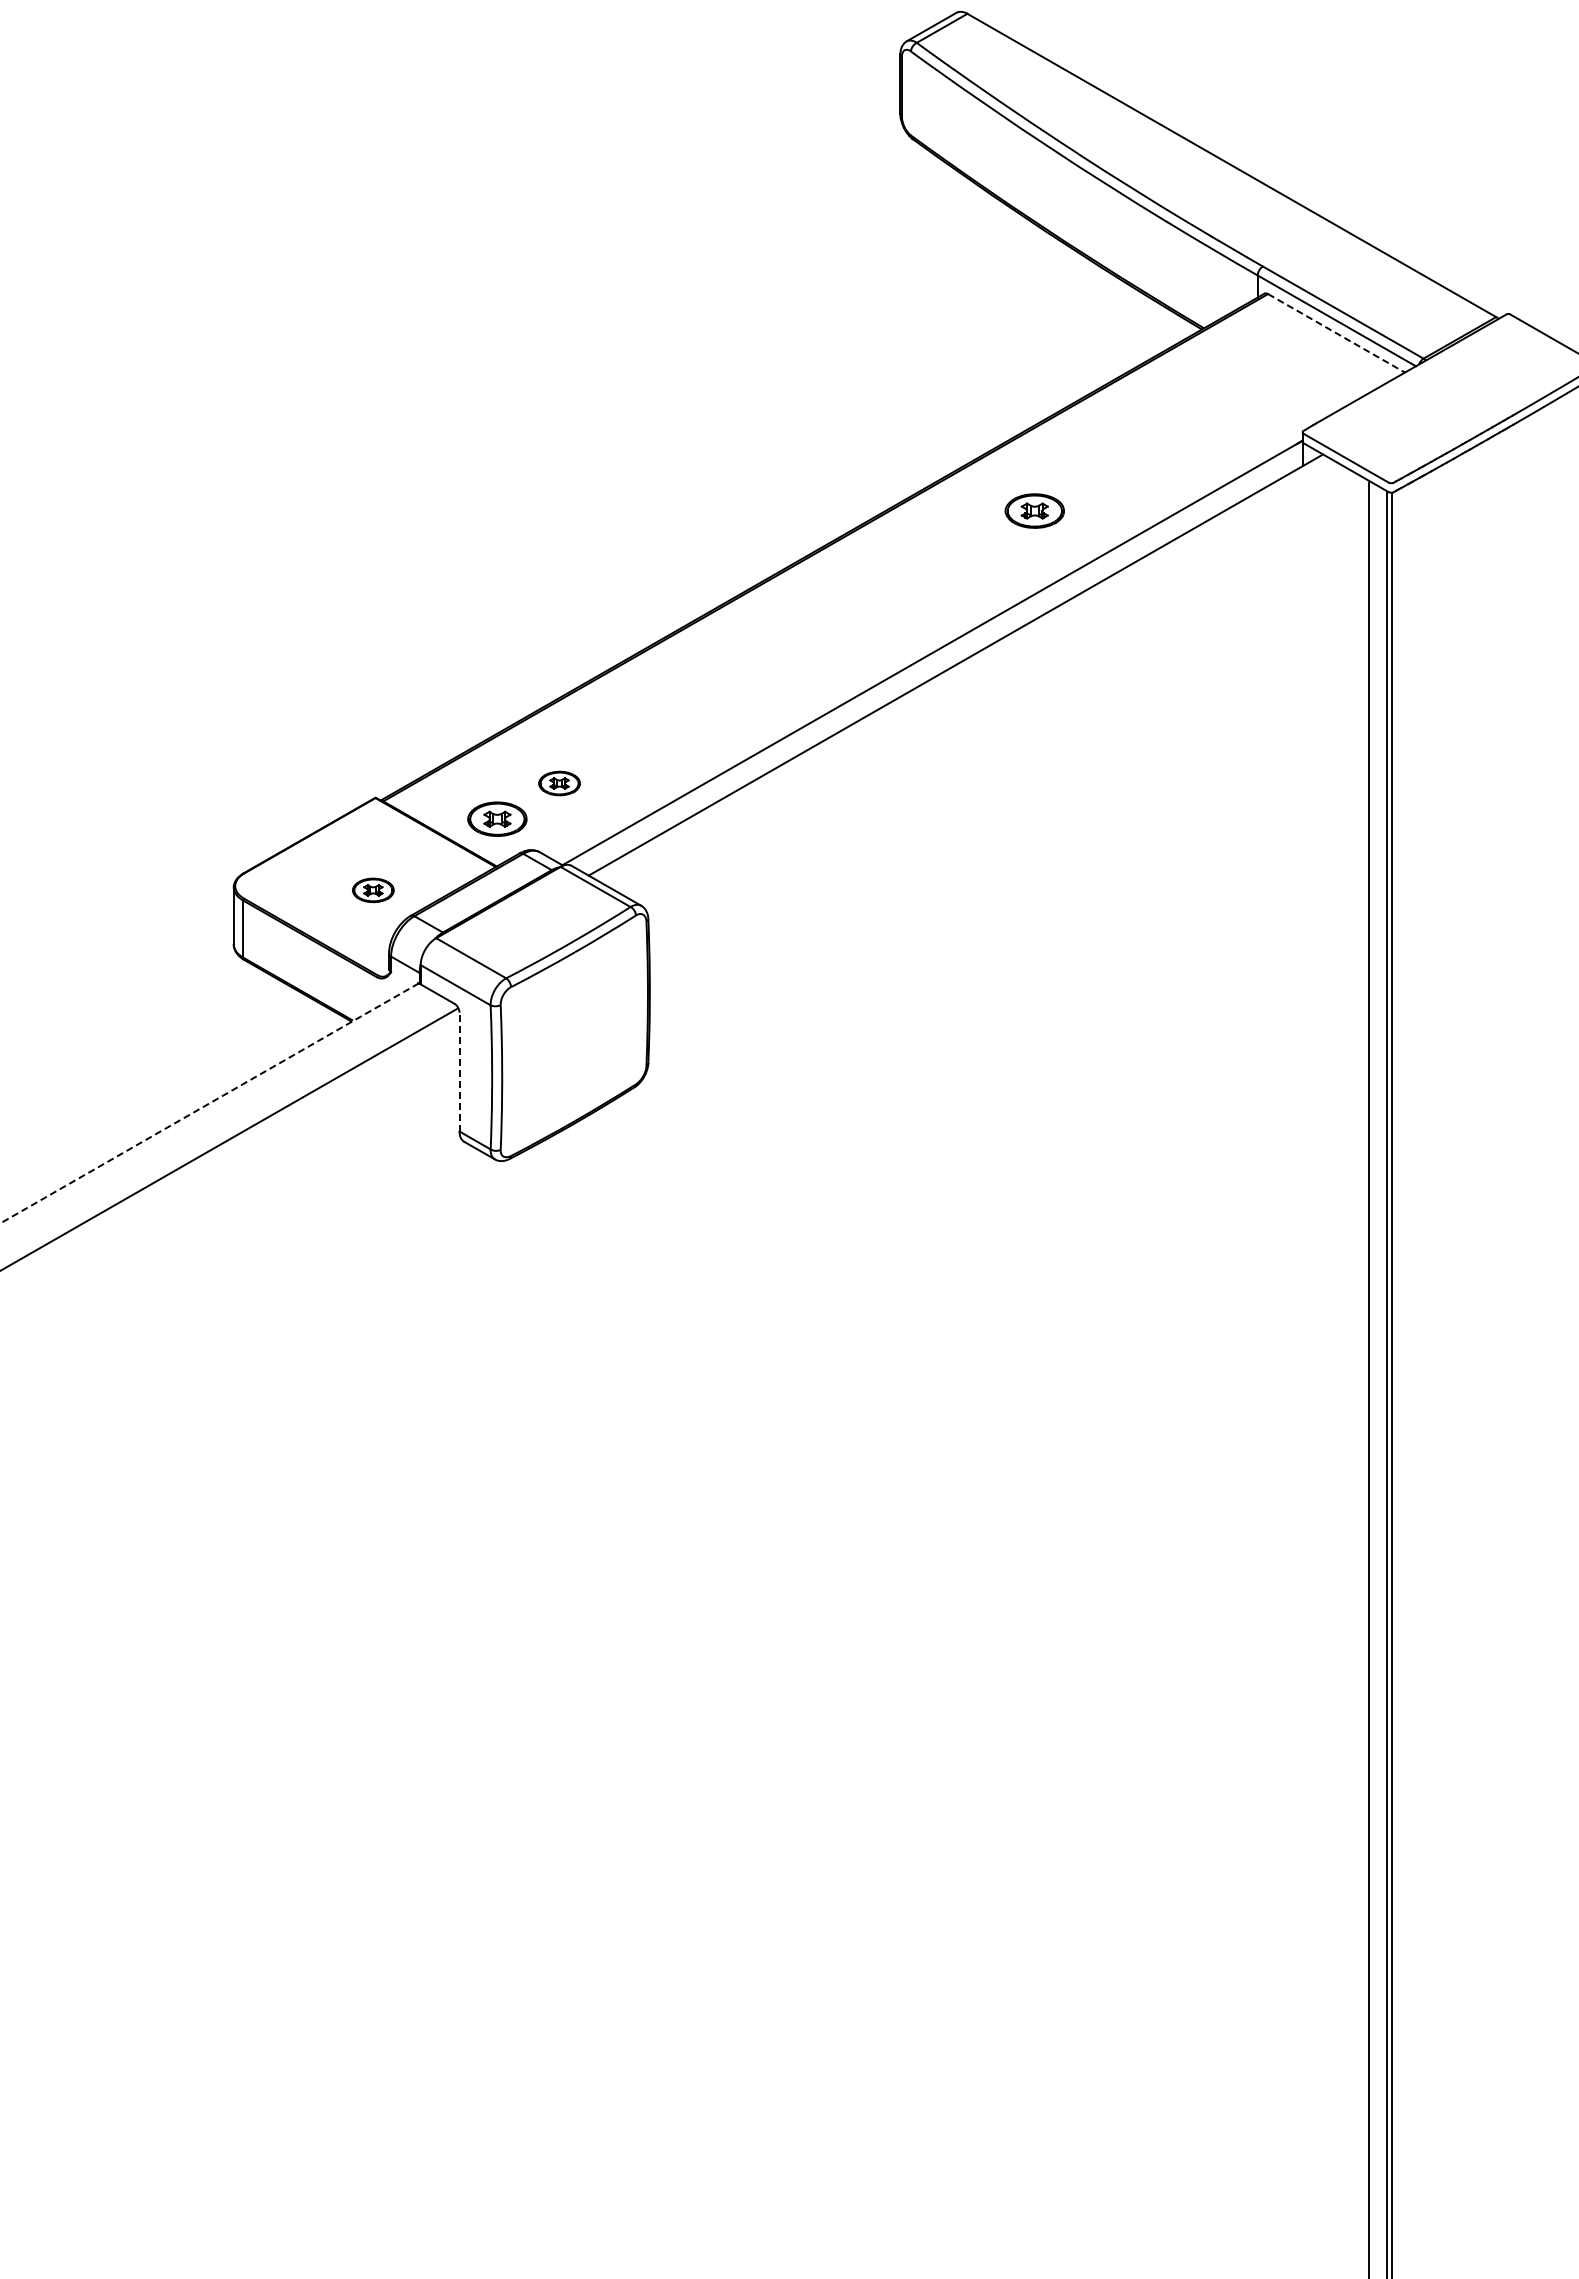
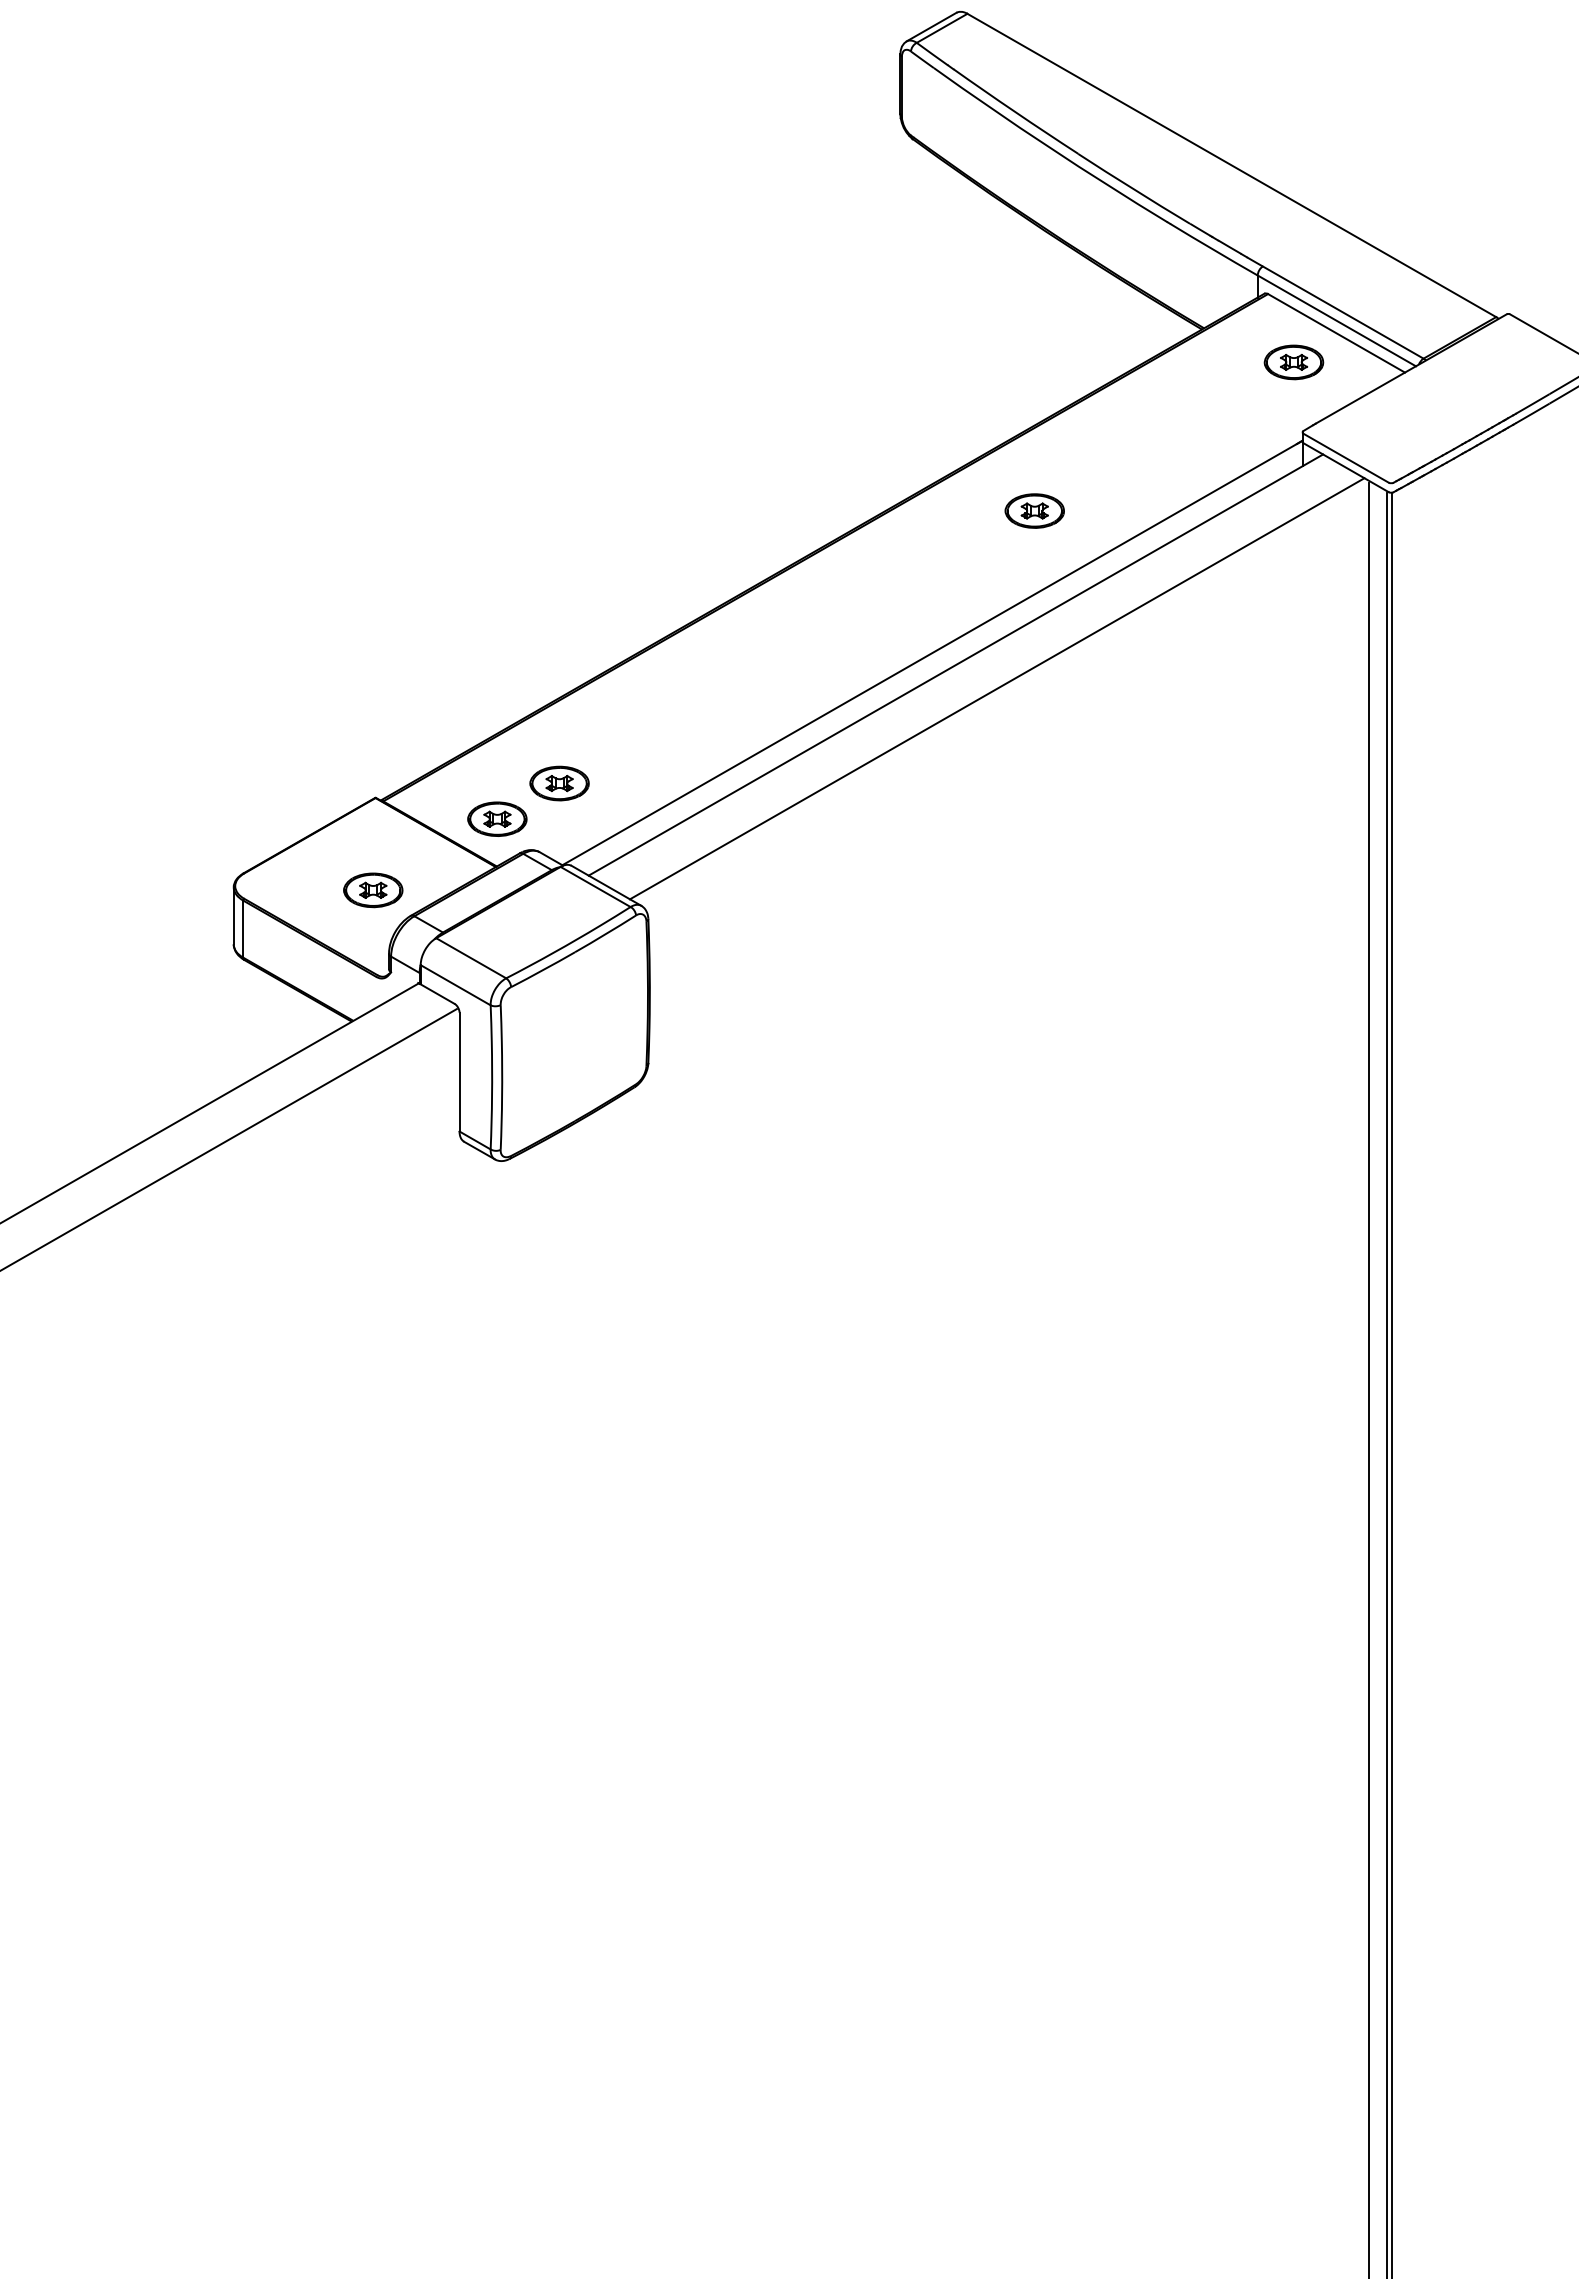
line at (1336, 333): dashed -> solid
part at (1293, 362): none -> present
line at (996, 688): none -> present
part at (559, 783) size: 43x27 px -> 61x37 px
part at (373, 890) size: 43x27 px -> 61x37 px
line at (459, 1071): dashed -> solid
line at (209, 1103): dashed -> solid
